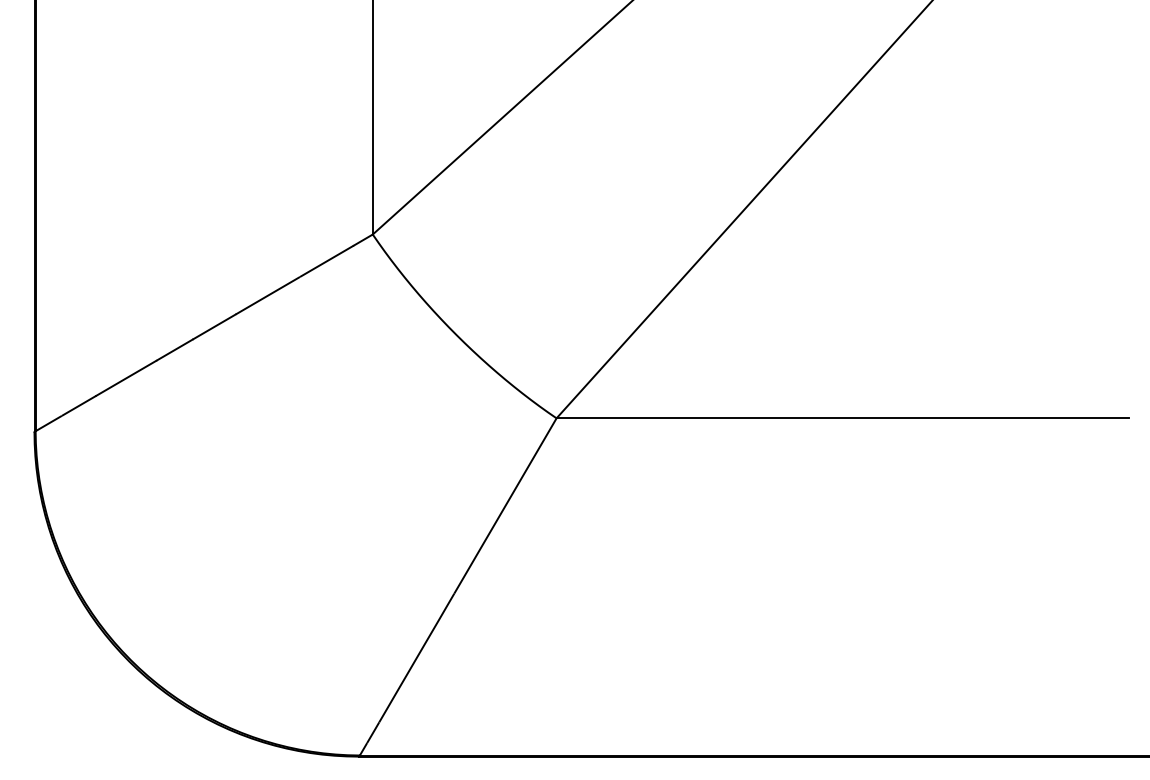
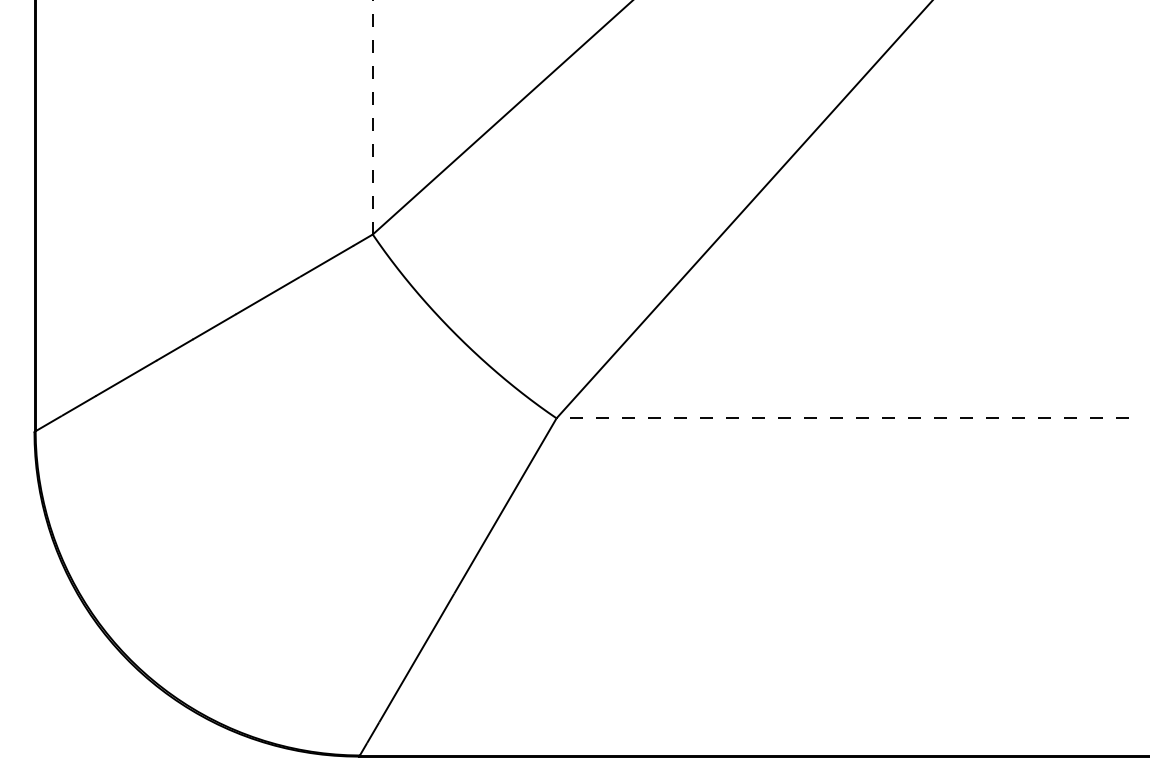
line at (372, 117): solid -> dashed
line at (842, 418): solid -> dashed
